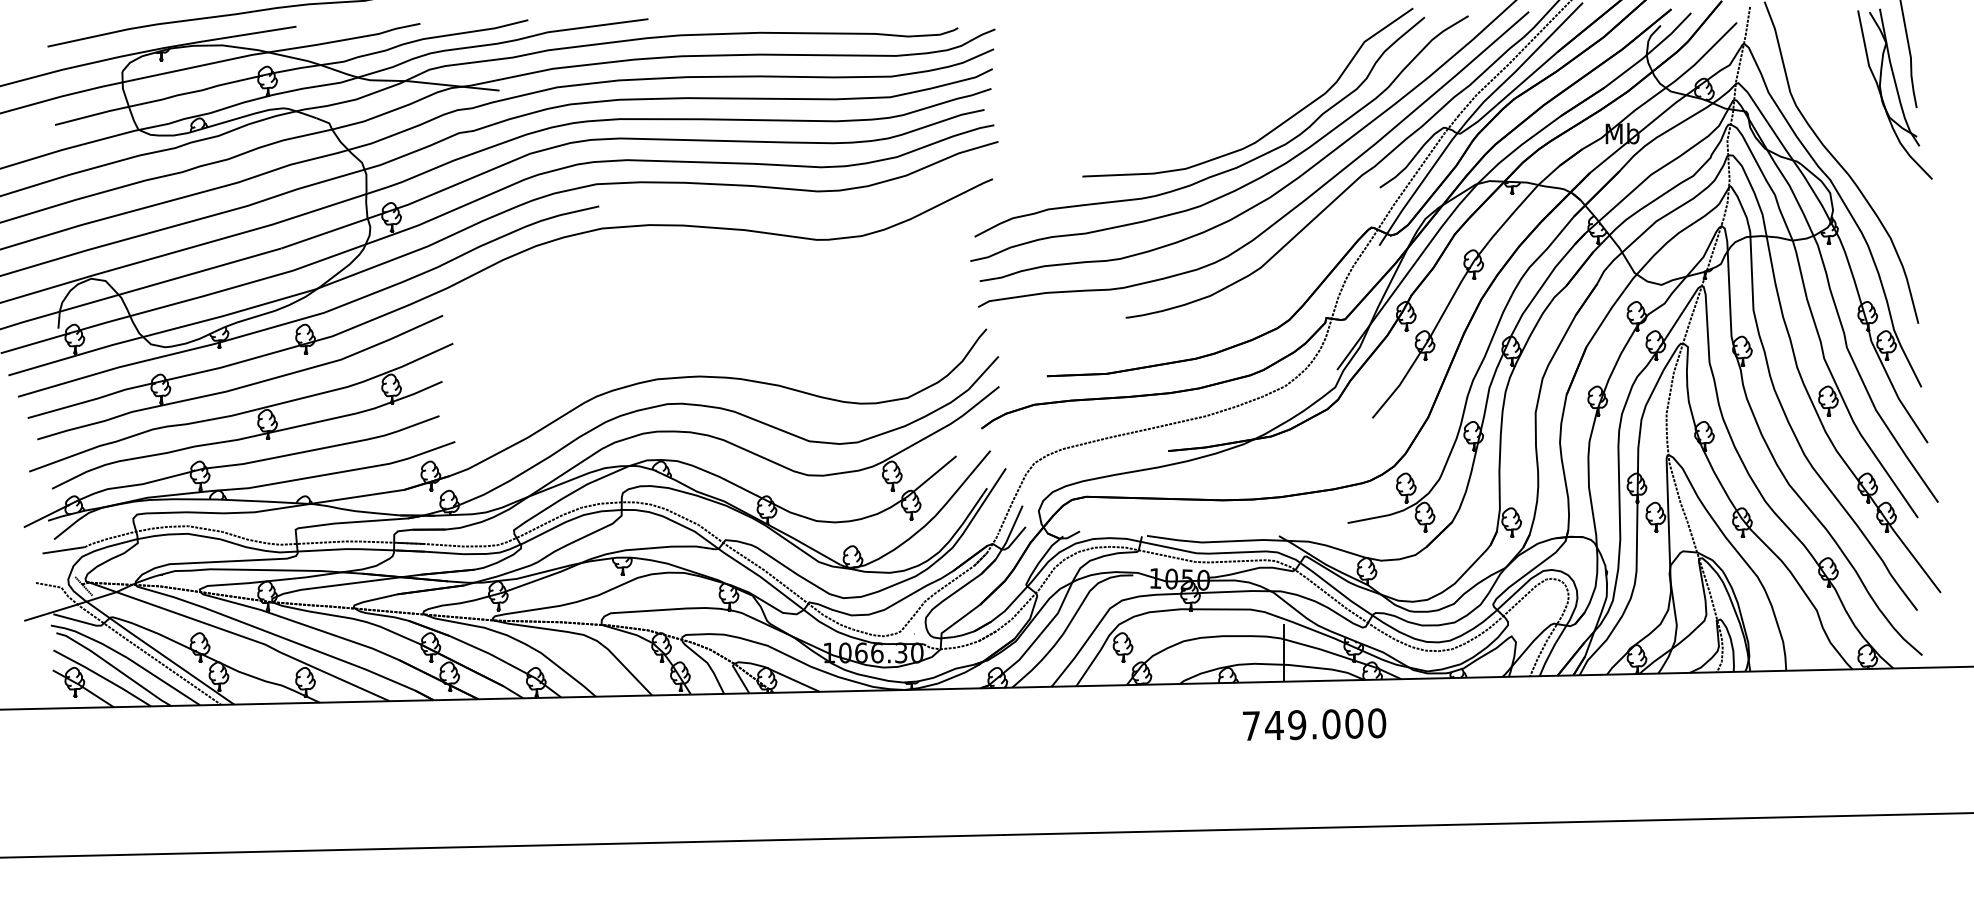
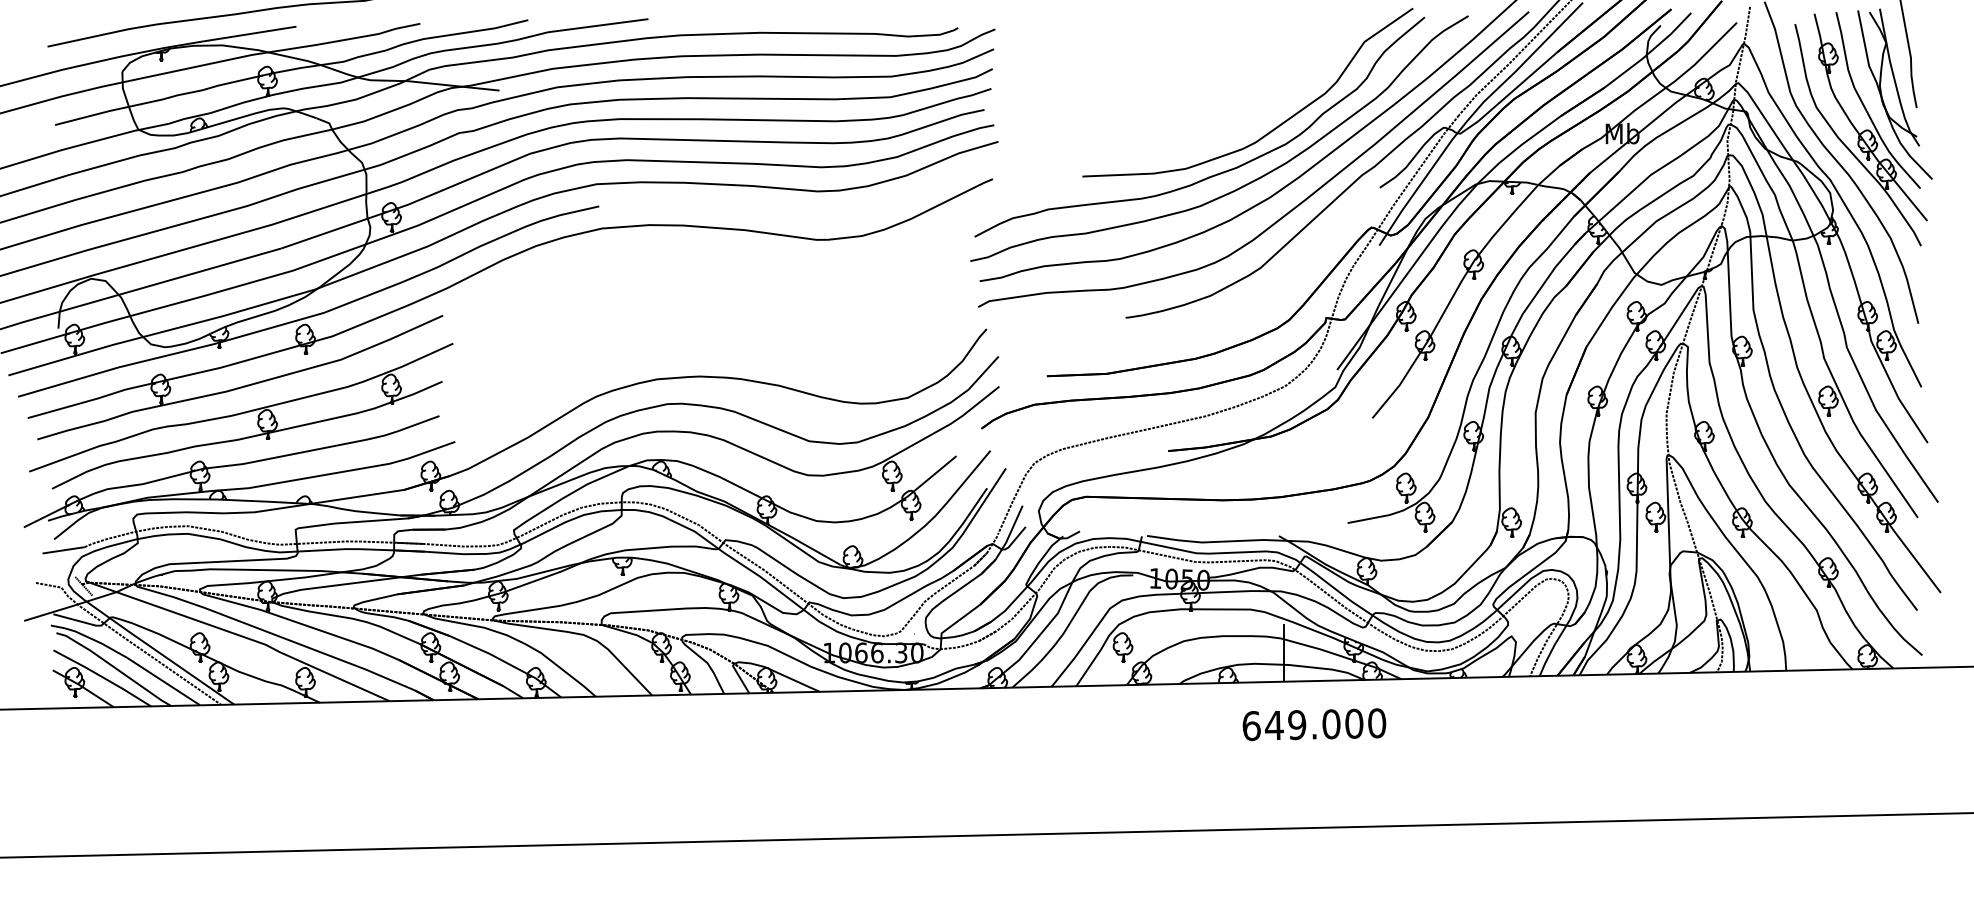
part at (1860, 129): none -> present
text at (1251, 726): 749.000 -> 649.000
